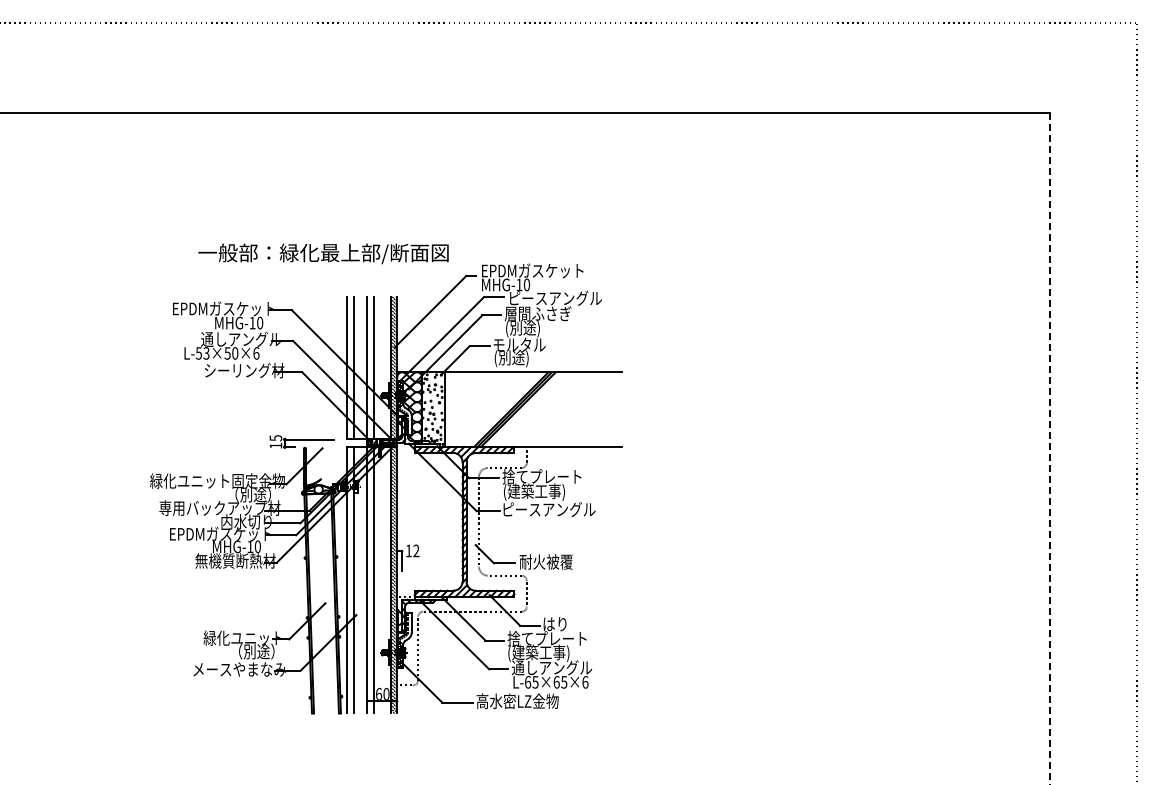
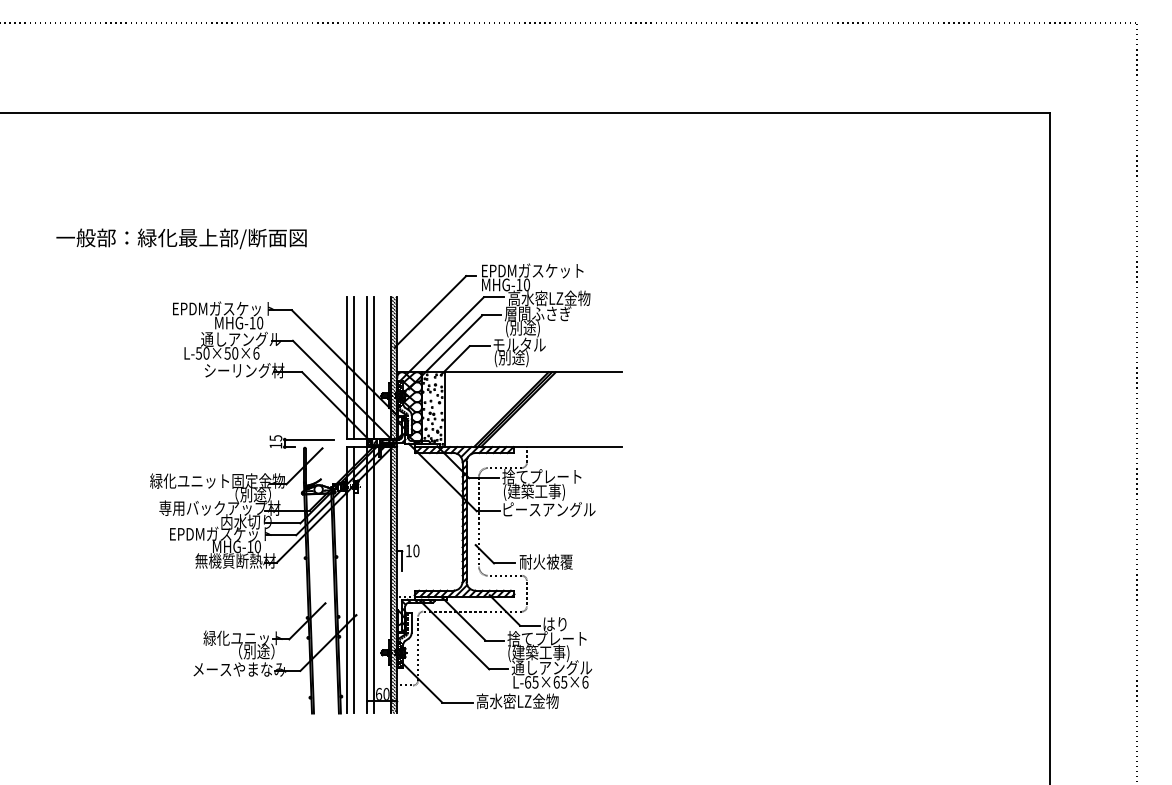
text at (323, 253) position: (323, 253) -> (181, 238)
text at (554, 298): ピースアングル -> 高水密LZ金物
text at (206, 353): L-53×50×6 -> L-50×50×6
line at (1049, 449): dashed -> solid
text at (416, 550): 12 -> 10
